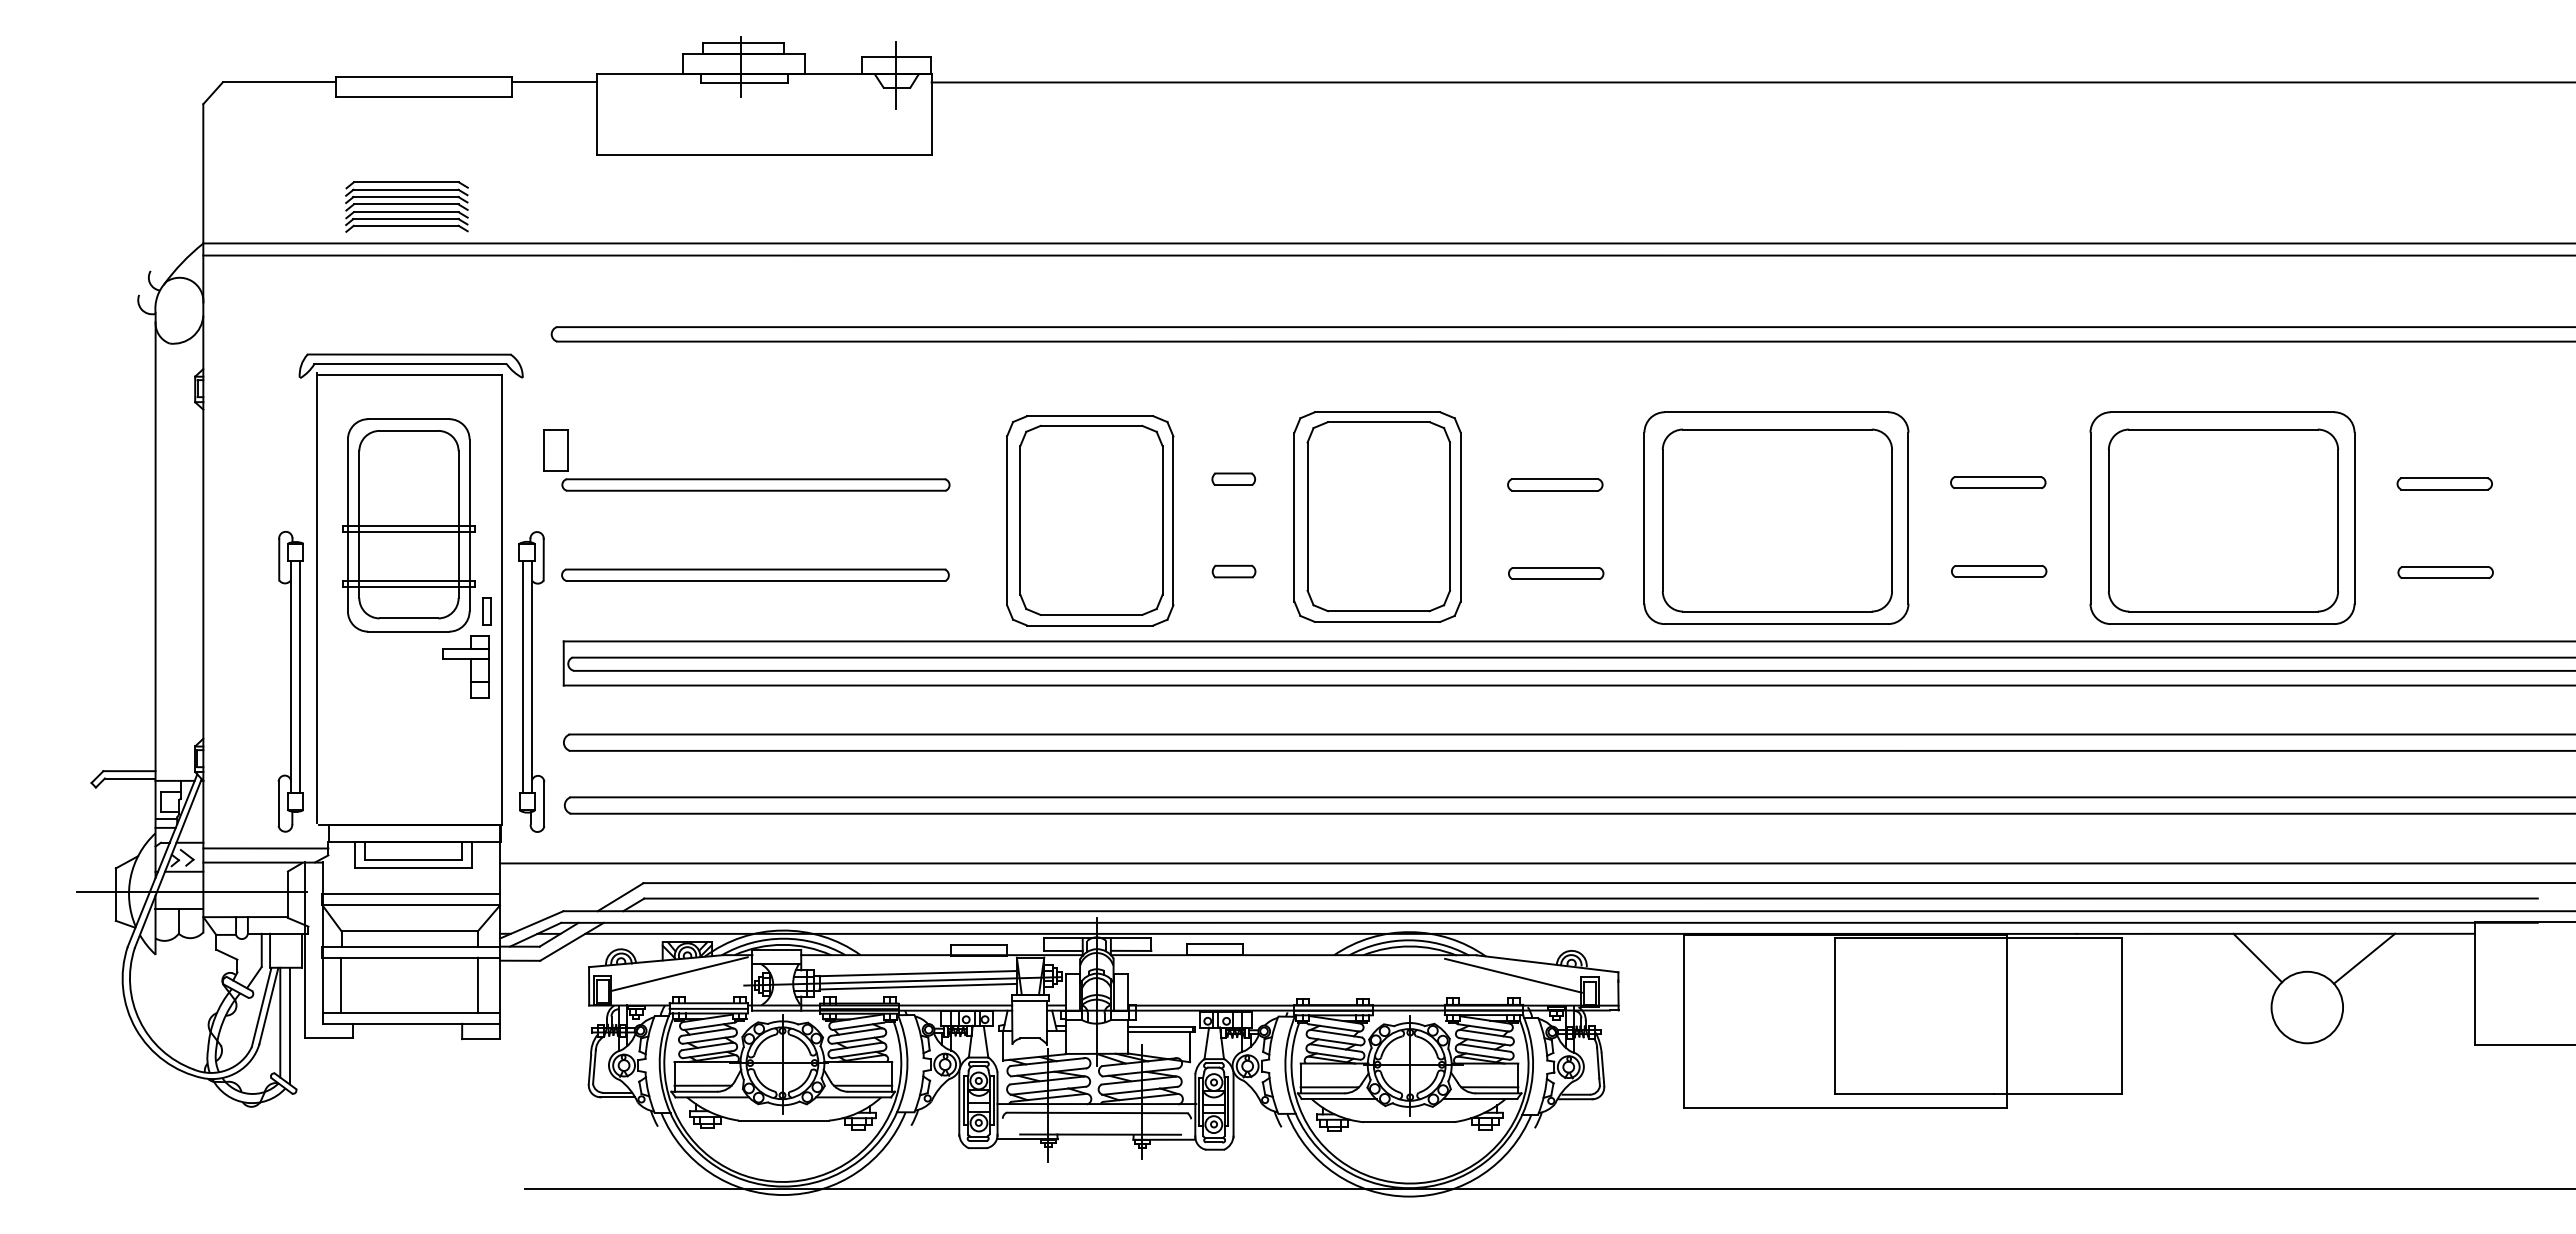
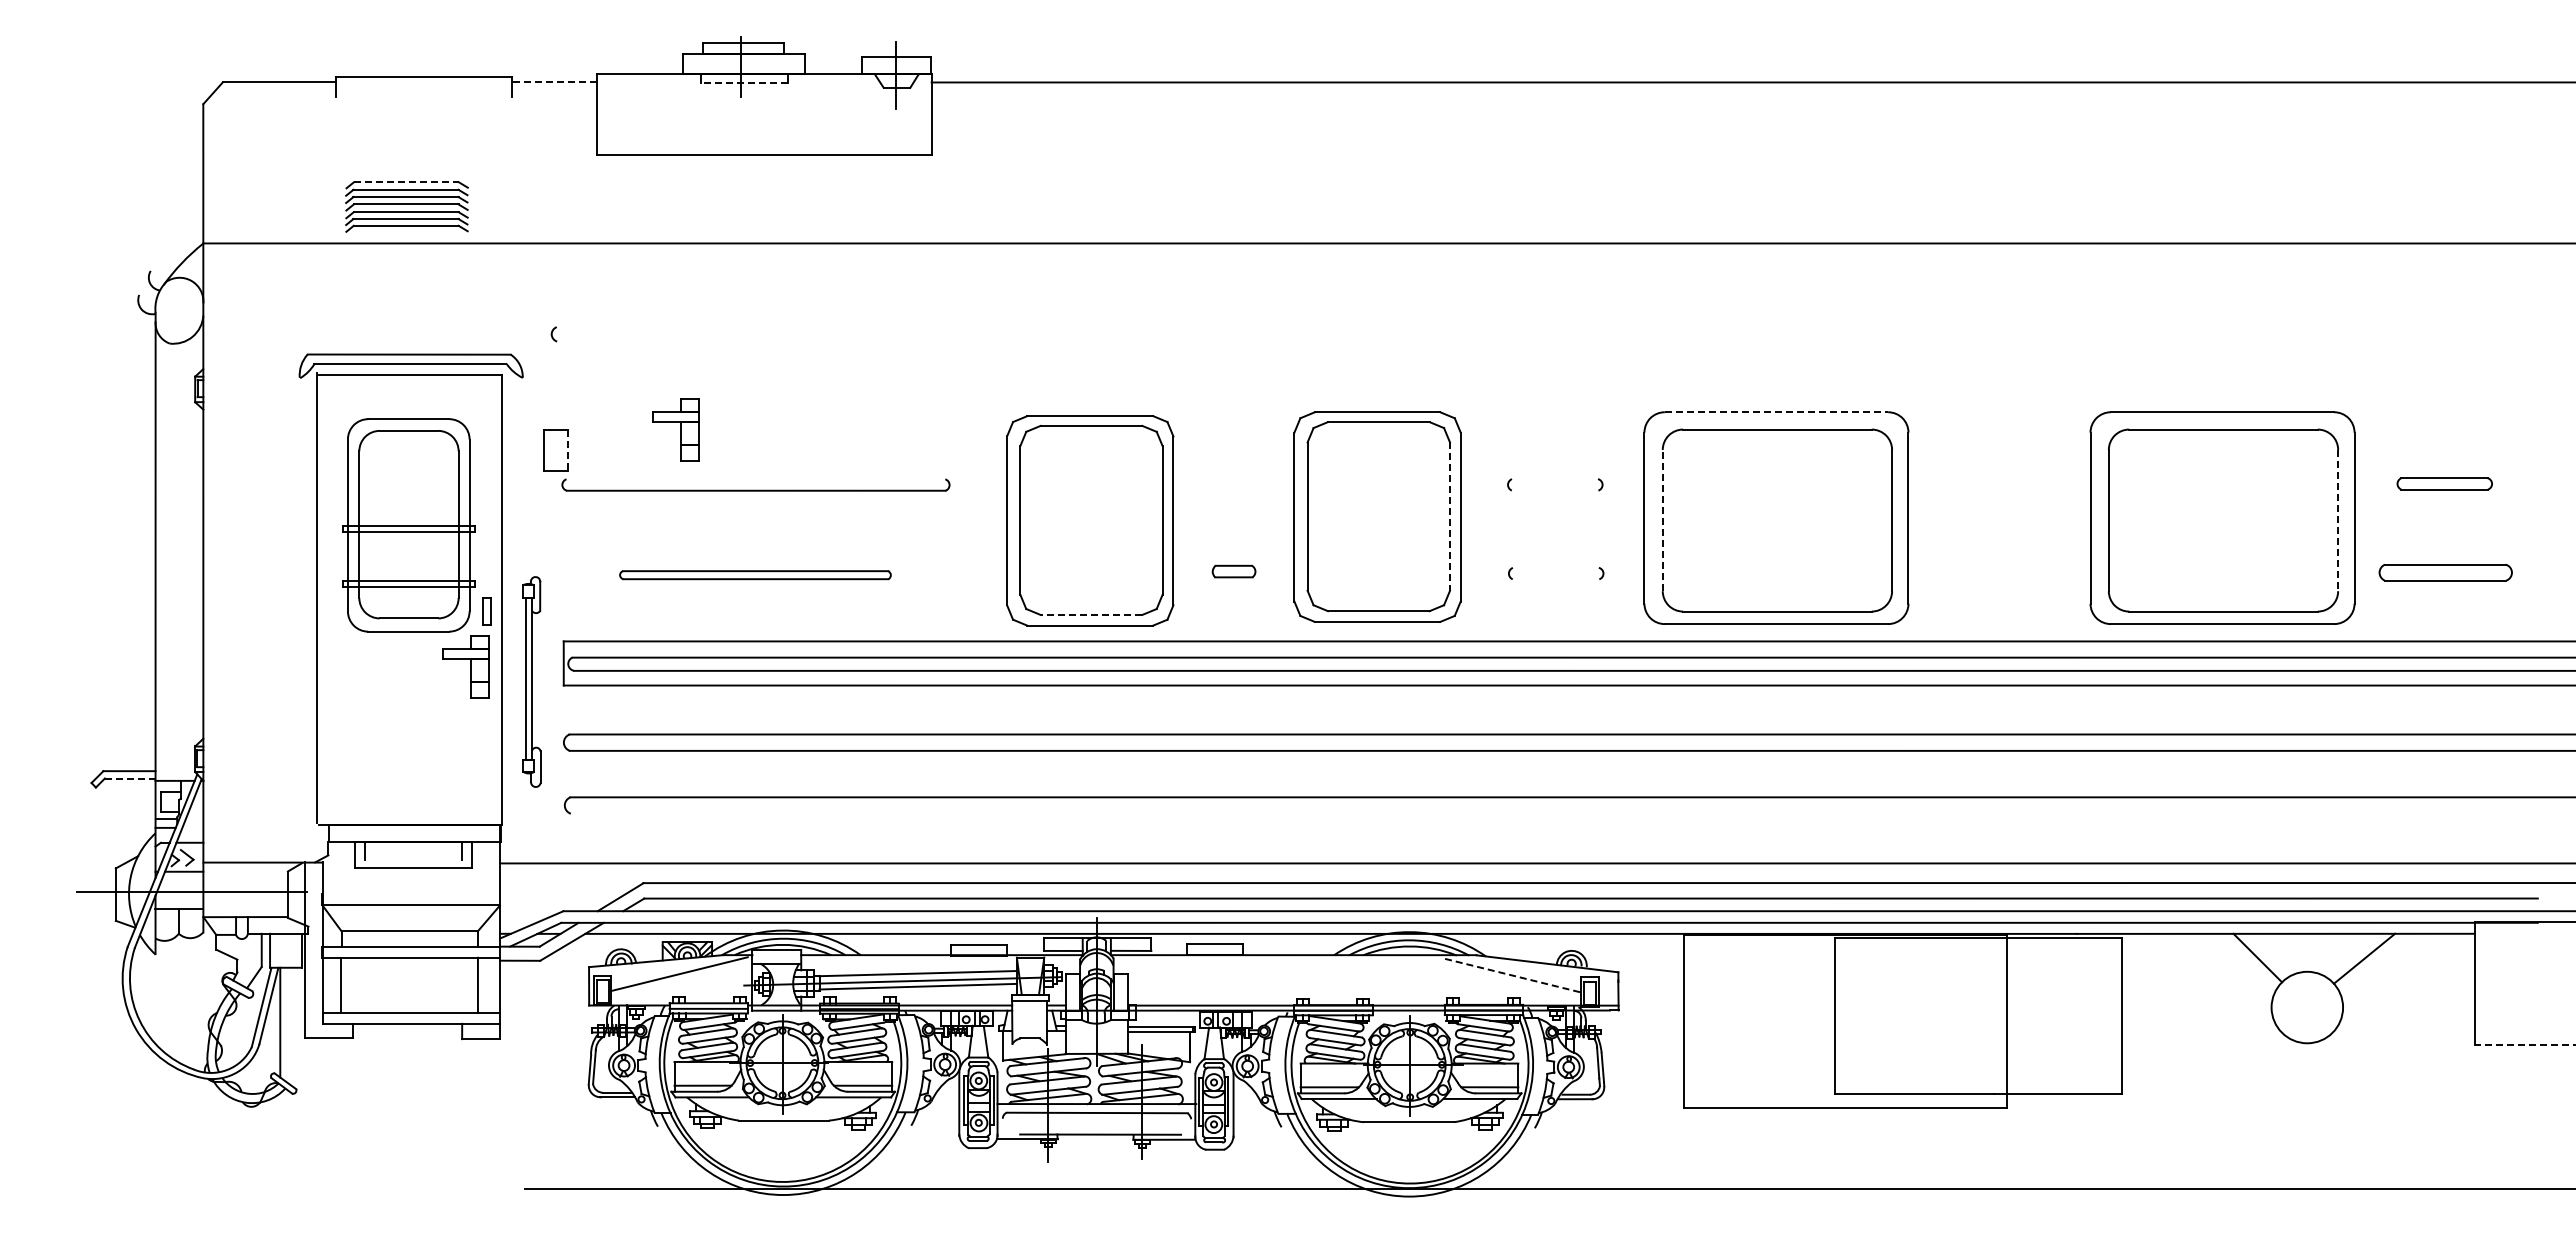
line at (553, 82): solid -> dashed
line at (743, 82): solid -> dashed
line at (424, 96): present -> none
line at (406, 182): solid -> dashed
line at (1387, 255): present -> none
line at (1564, 327): present -> none
line at (1564, 341): present -> none
line at (1776, 412): solid -> dashed
part at (675, 429): none -> present
line at (568, 451): solid -> dashed
part at (1233, 478): present -> none
line at (755, 479): present -> none
line at (1554, 479): present -> none
part at (1998, 482): present -> none
line at (1554, 490): present -> none
line at (1450, 517): solid -> dashed
line at (1662, 520): solid -> dashed
line at (2338, 520): solid -> dashed
line at (1555, 567): present -> none
part at (1999, 571): present -> none
part at (2445, 572) size: 97x13 px -> 135x18 px
part at (755, 574) size: 389x14 px -> 273x11 px
line at (1555, 579): present -> none
line at (1091, 614): solid -> dashed
part at (290, 681): present -> none
part at (531, 681) size: 28x302 px -> 20x212 px
line at (130, 778): solid -> dashed
line at (1571, 813): present -> none
line at (265, 848): present -> none
line at (412, 860): present -> none
line at (411, 894): present -> none
line at (1513, 975): solid -> dashed
line at (289, 1025): present -> none
line at (2524, 1045): solid -> dashed
